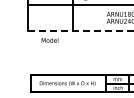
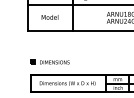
line at (81, 30): dashed -> solid
text at (49, 40) position: (49, 40) -> (49, 17)
part at (49, 61): none -> present
